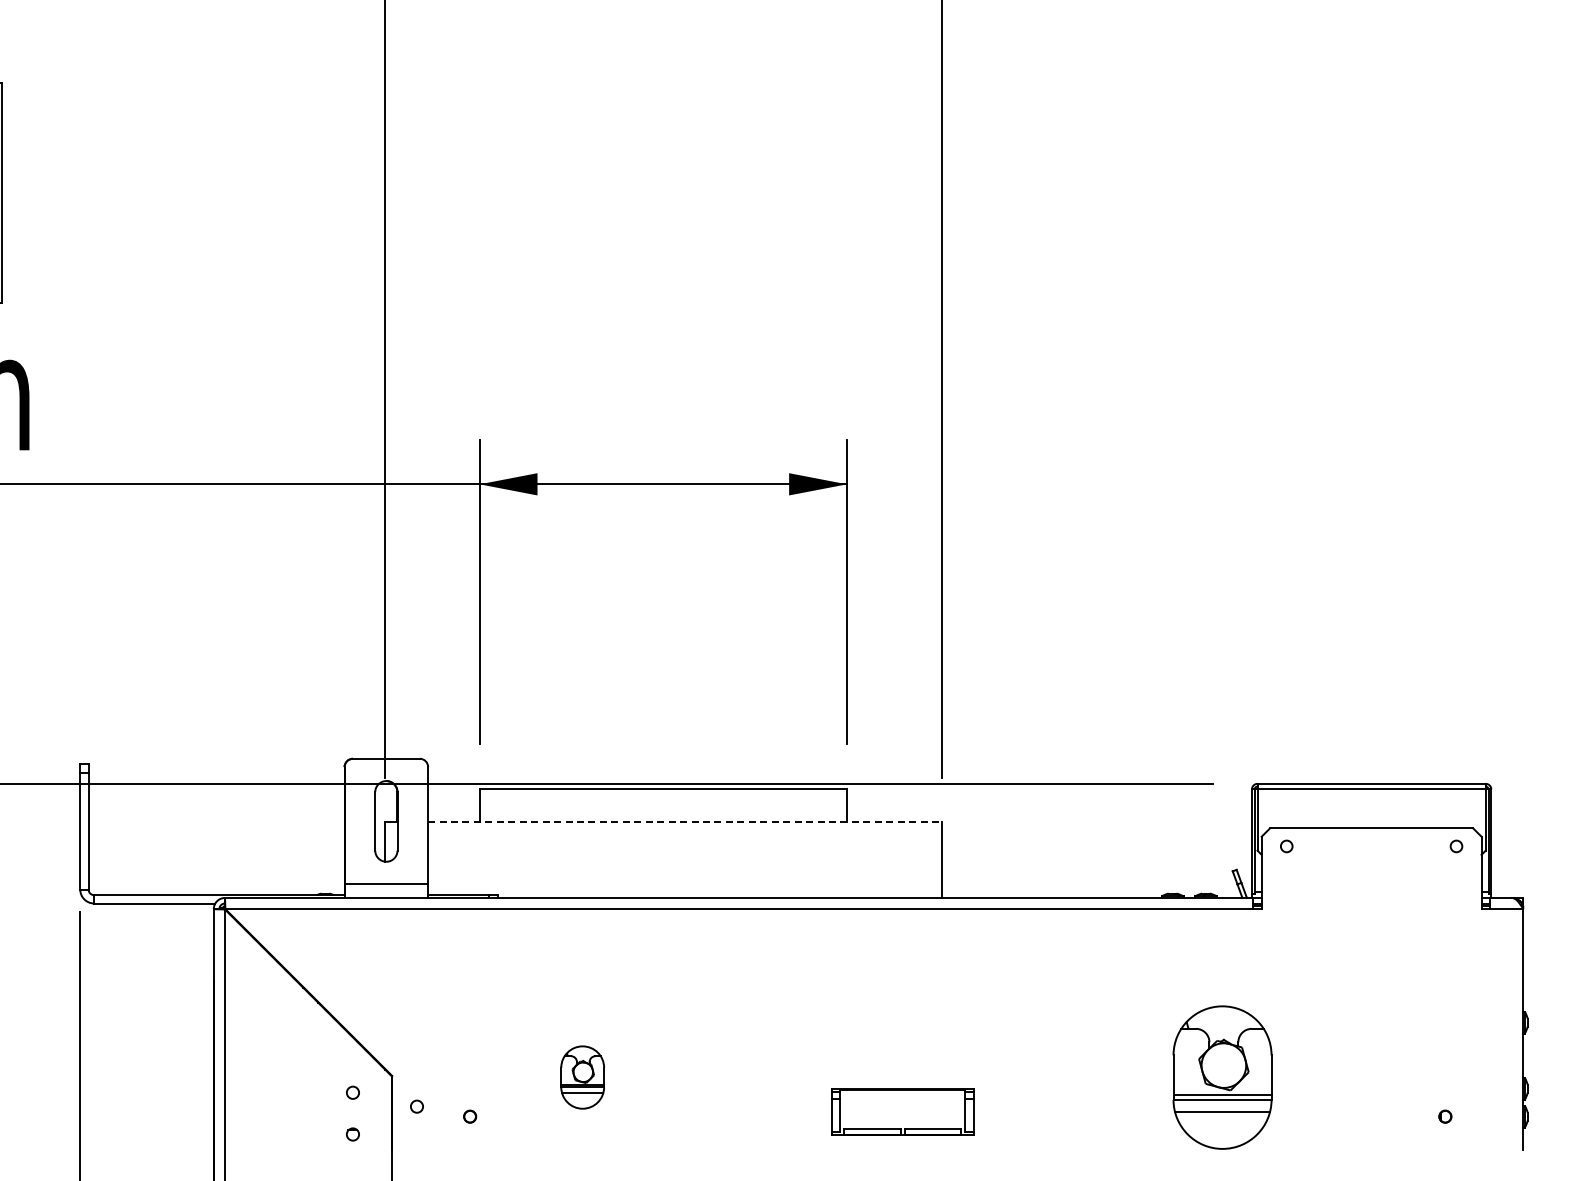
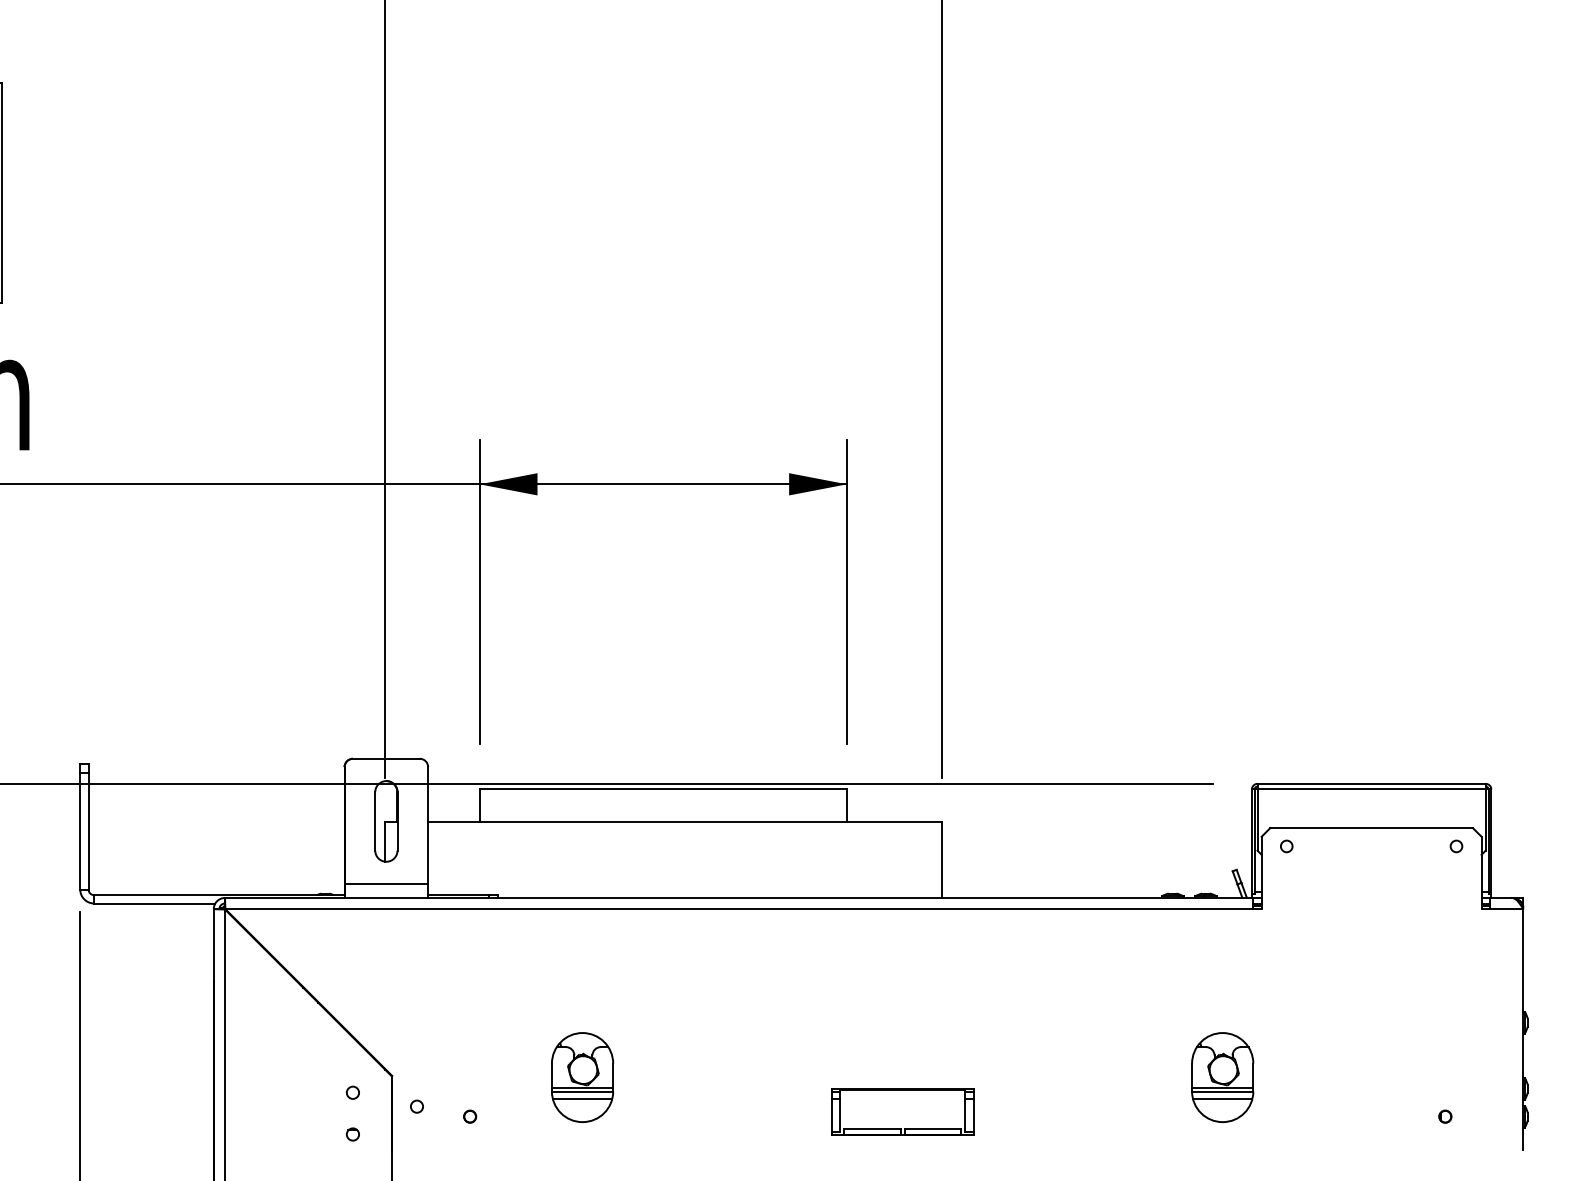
line at (684, 822): dashed -> solid
part at (582, 1077) size: 45x65 px -> 64x91 px
part at (1222, 1077) size: 101x145 px -> 64x91 px
